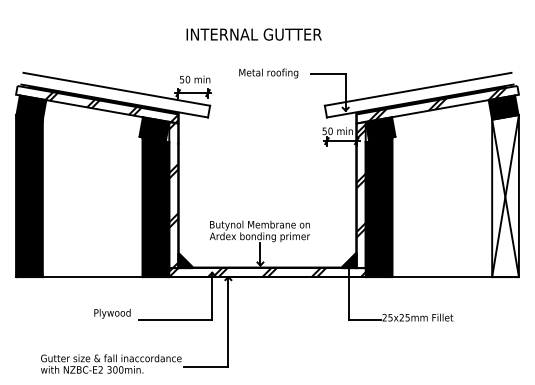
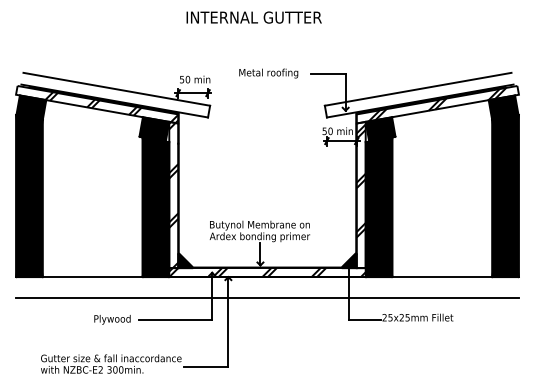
text at (253, 34) position: (253, 34) -> (253, 17)
fill at (505, 196): none -> present
line at (267, 297): none -> present
text at (112, 313) position: (112, 313) -> (112, 319)
